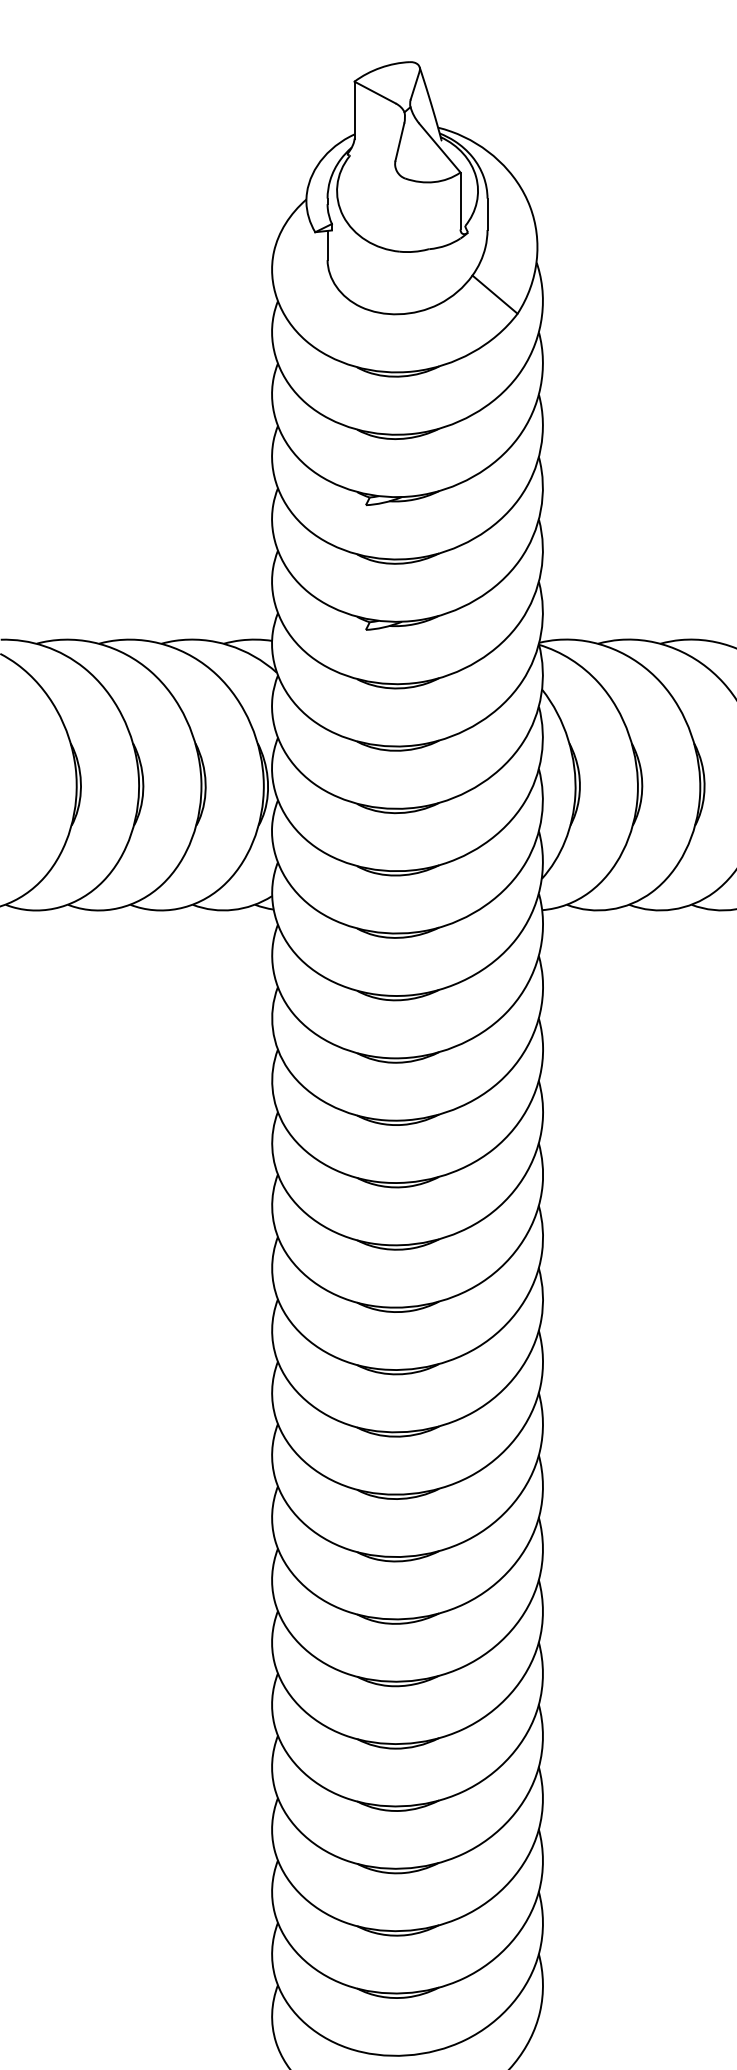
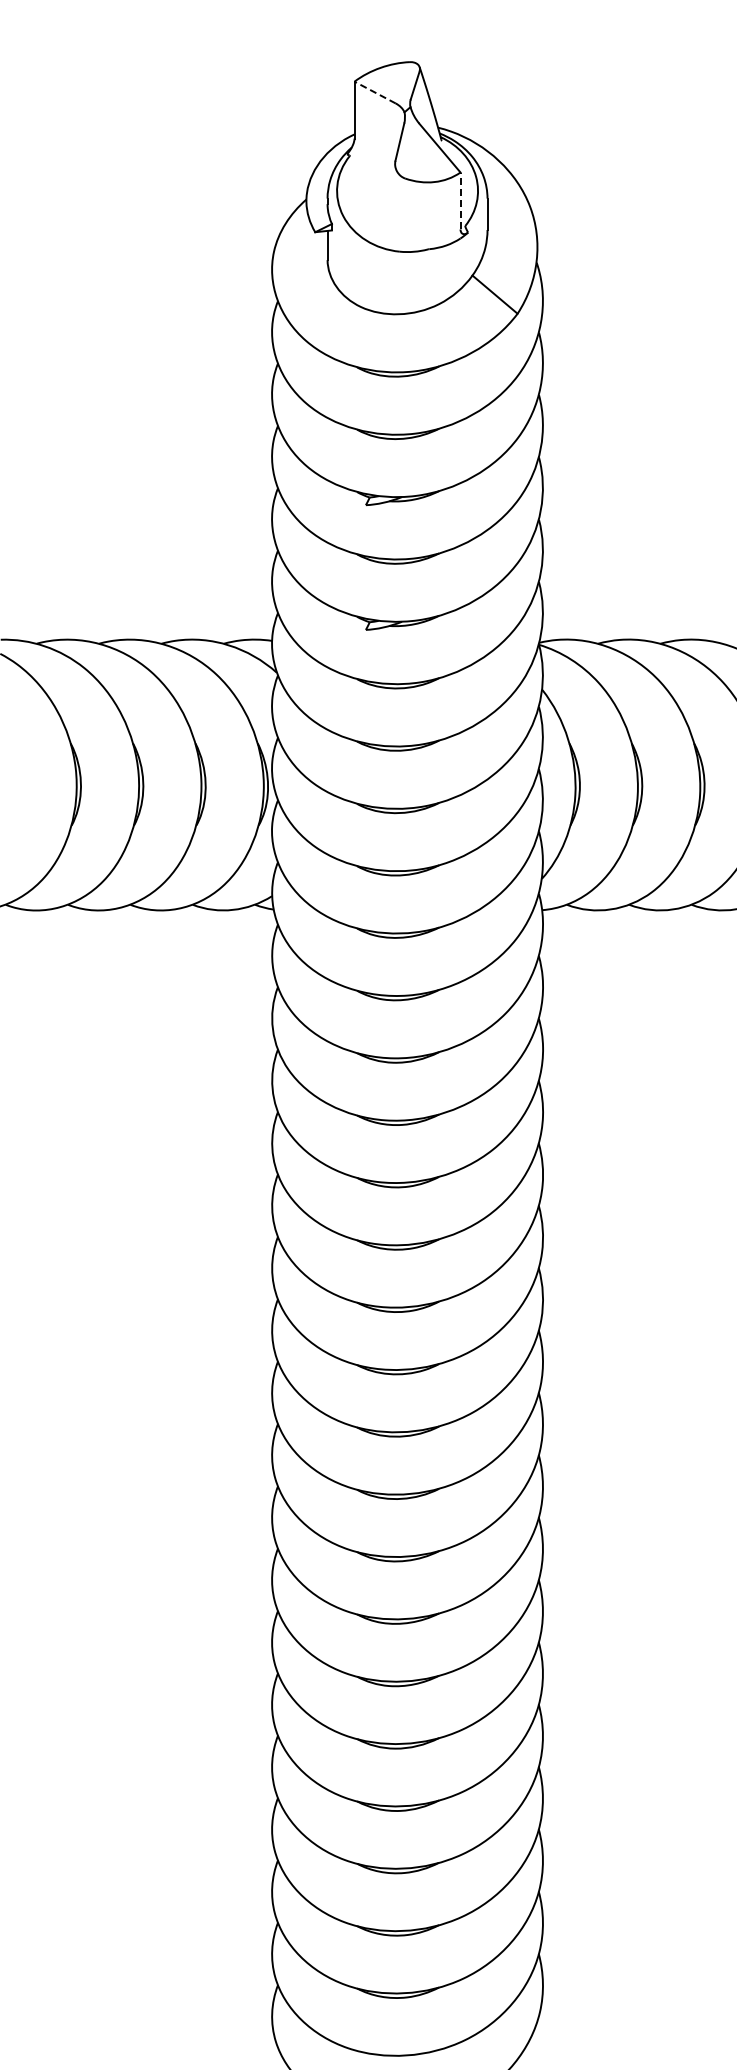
line at (374, 92): solid -> dashed
line at (460, 200): solid -> dashed
